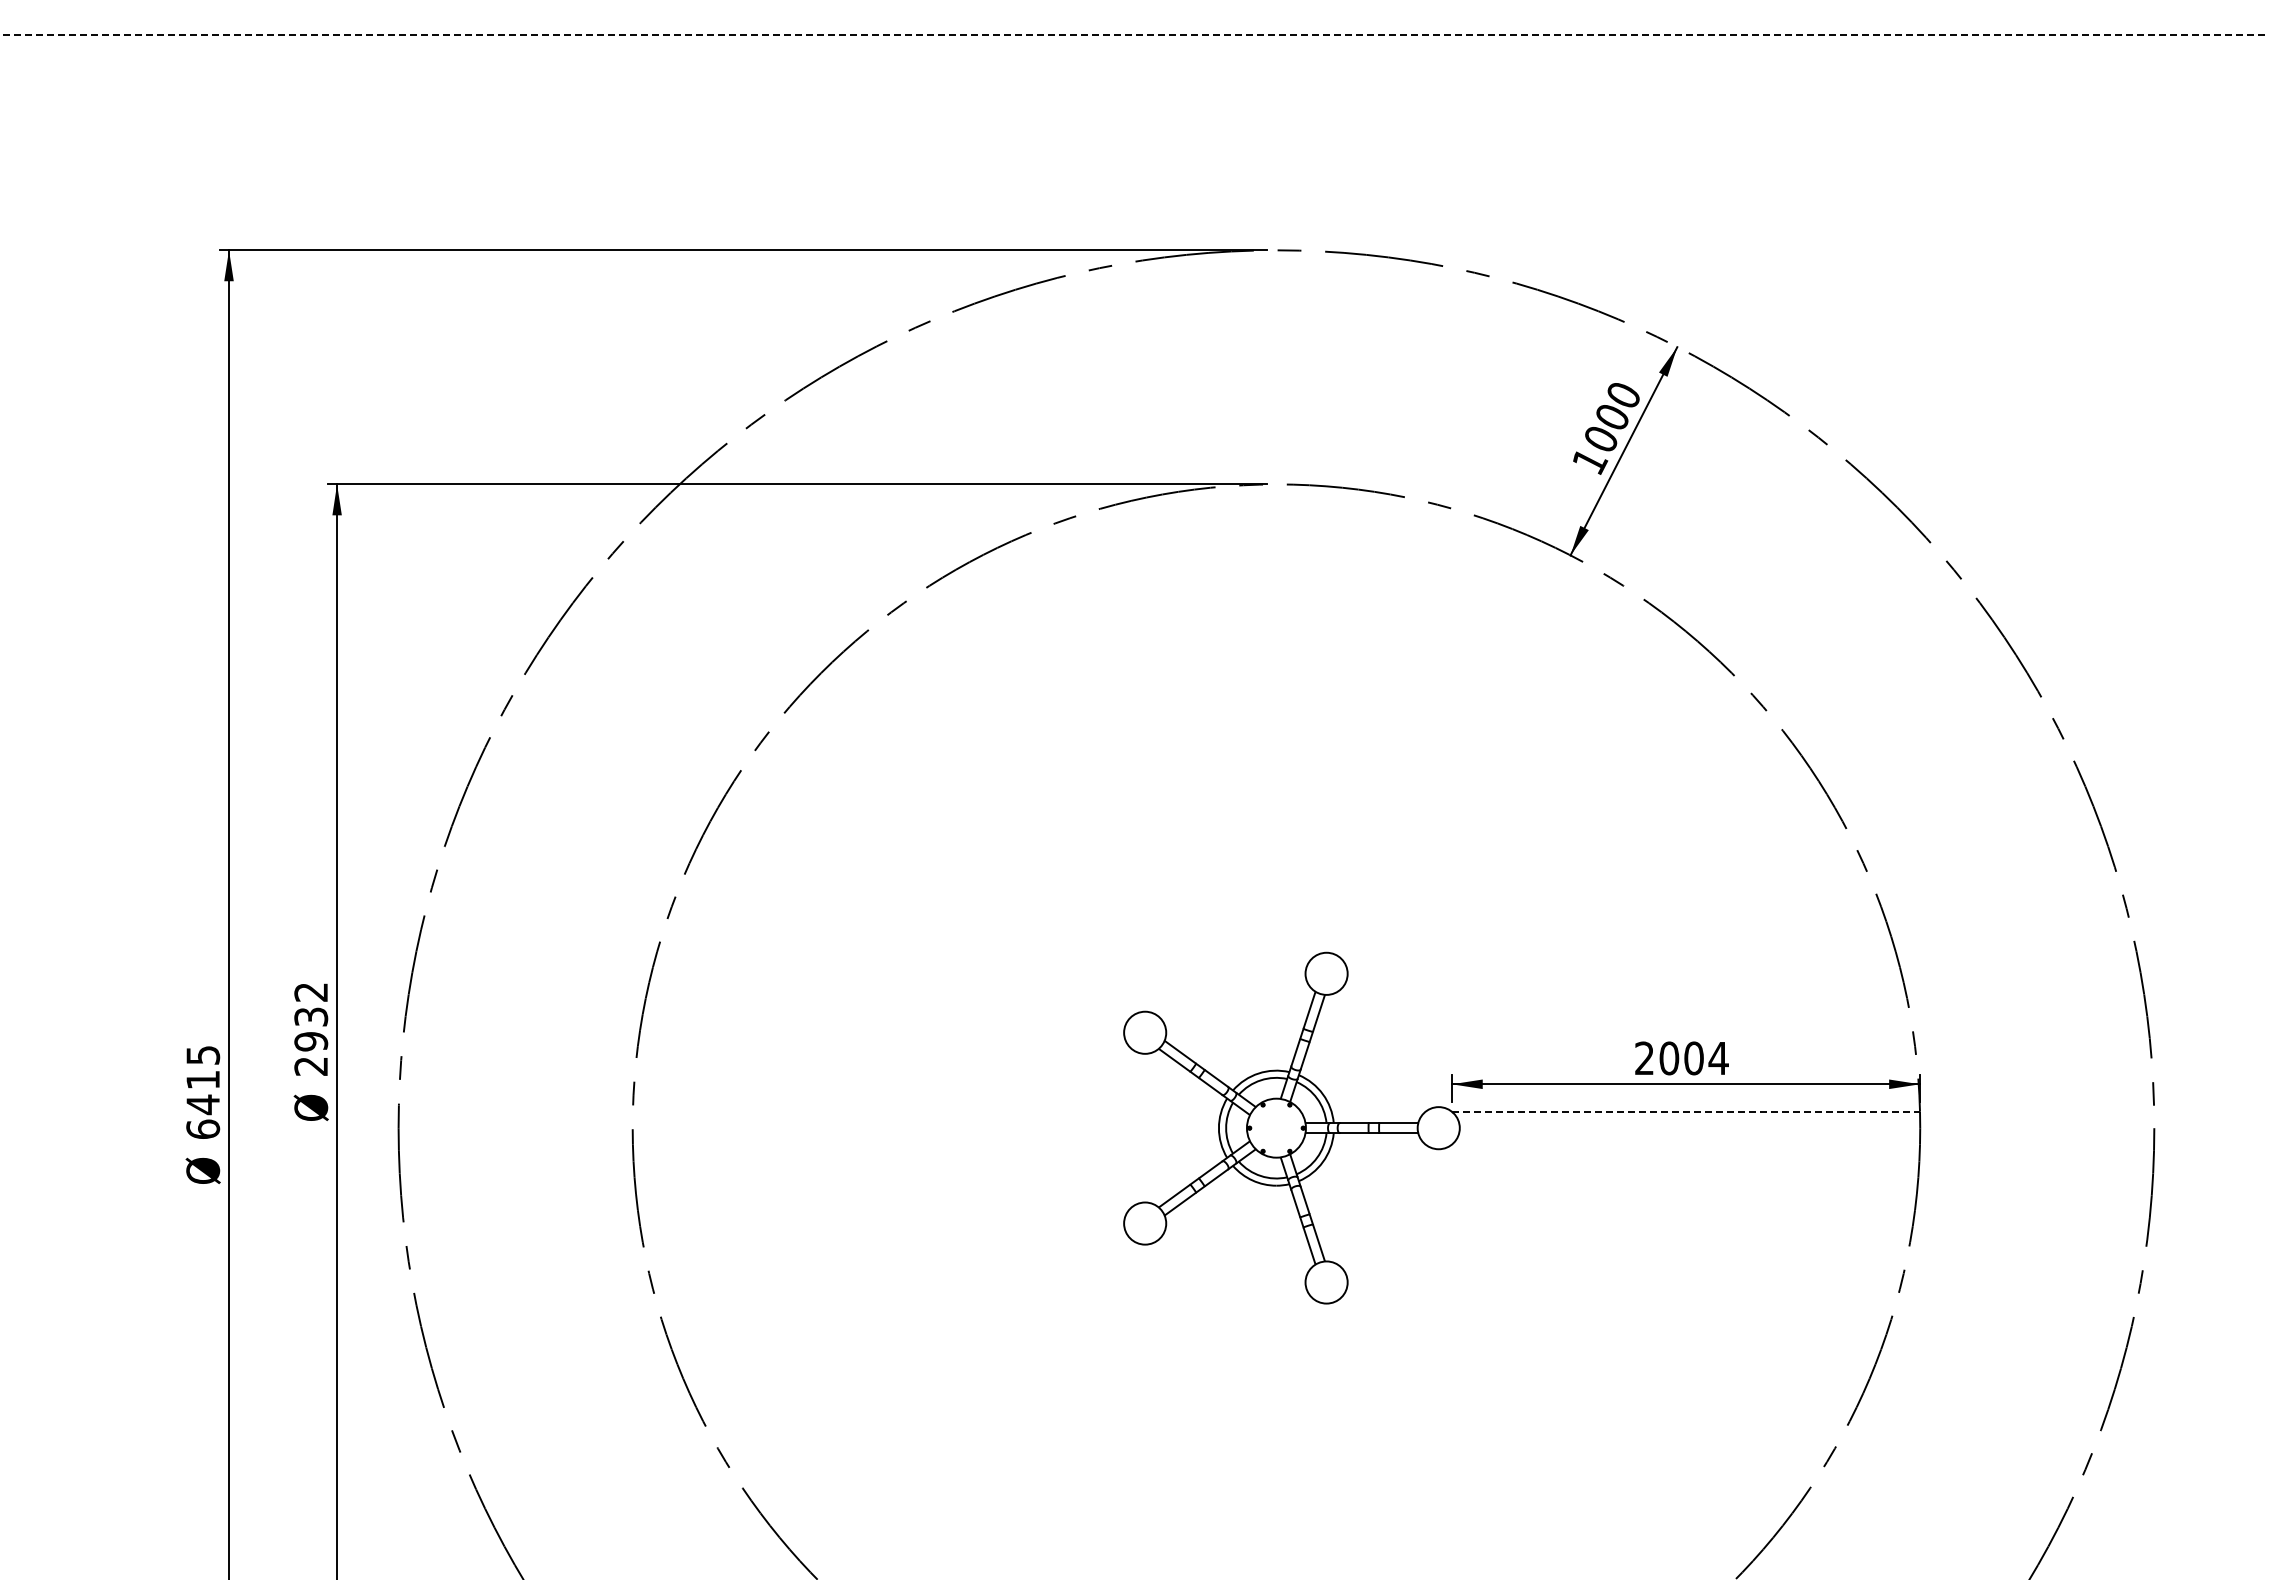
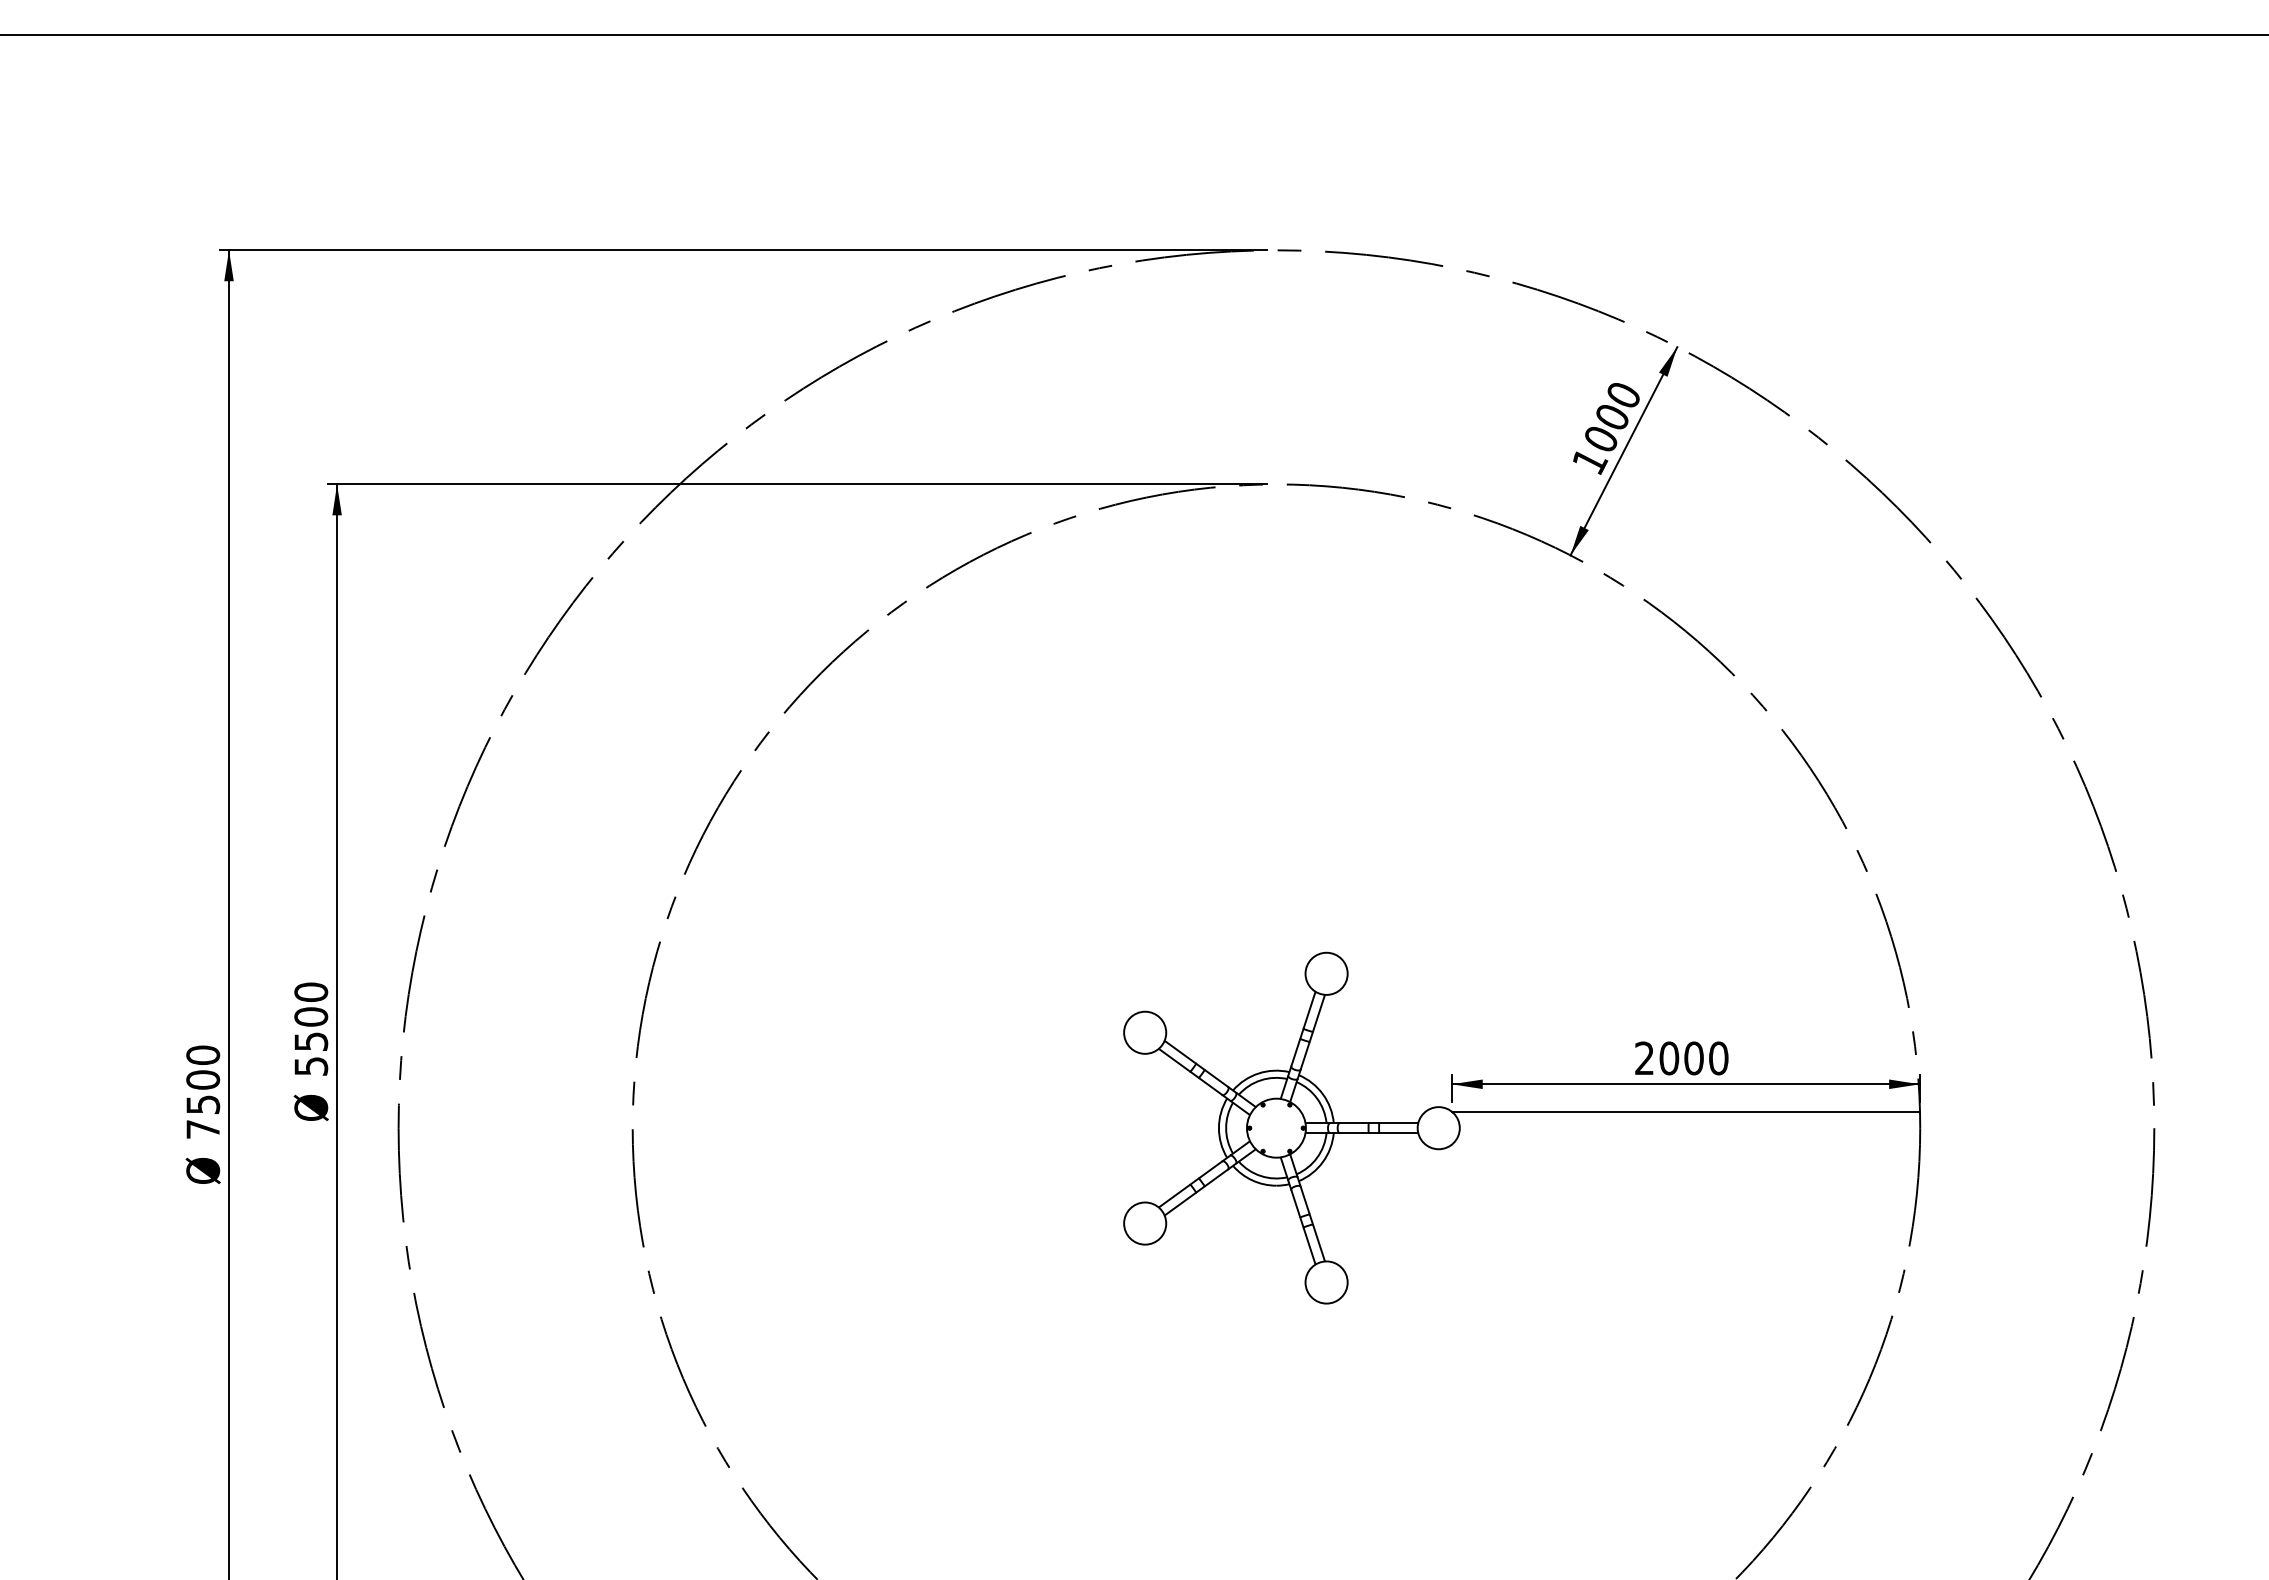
line at (1134, 34): dashed -> solid
text at (311, 1028): 2932 -> 5500
text at (1718, 1058): 2004 -> 2000
text at (203, 1091): 6415 -> 7500
line at (1686, 1111): dashed -> solid
